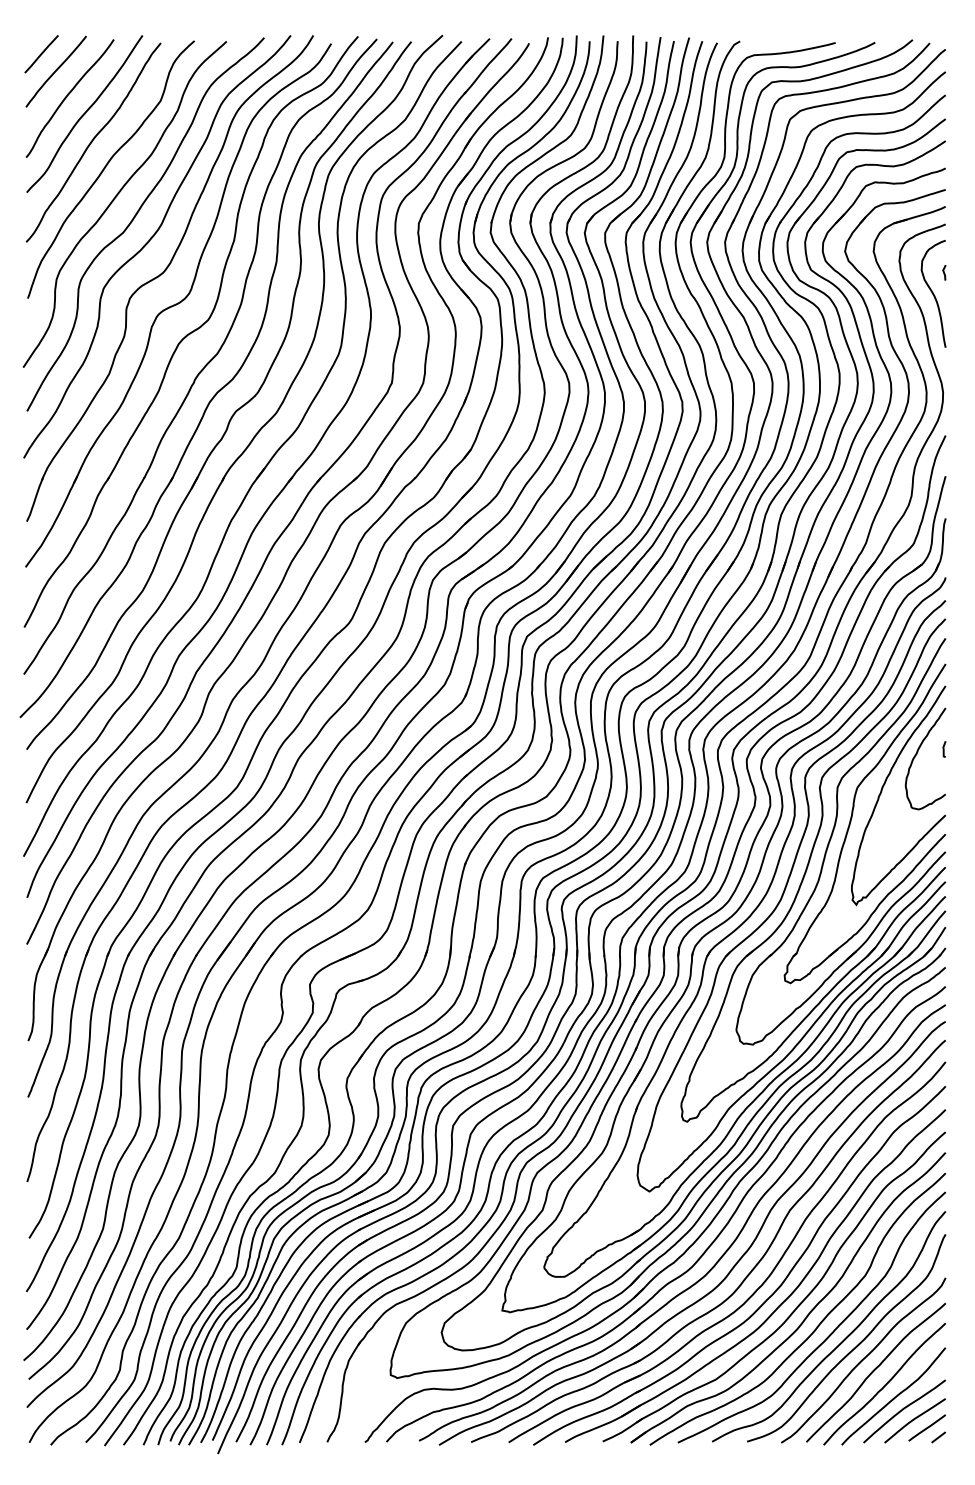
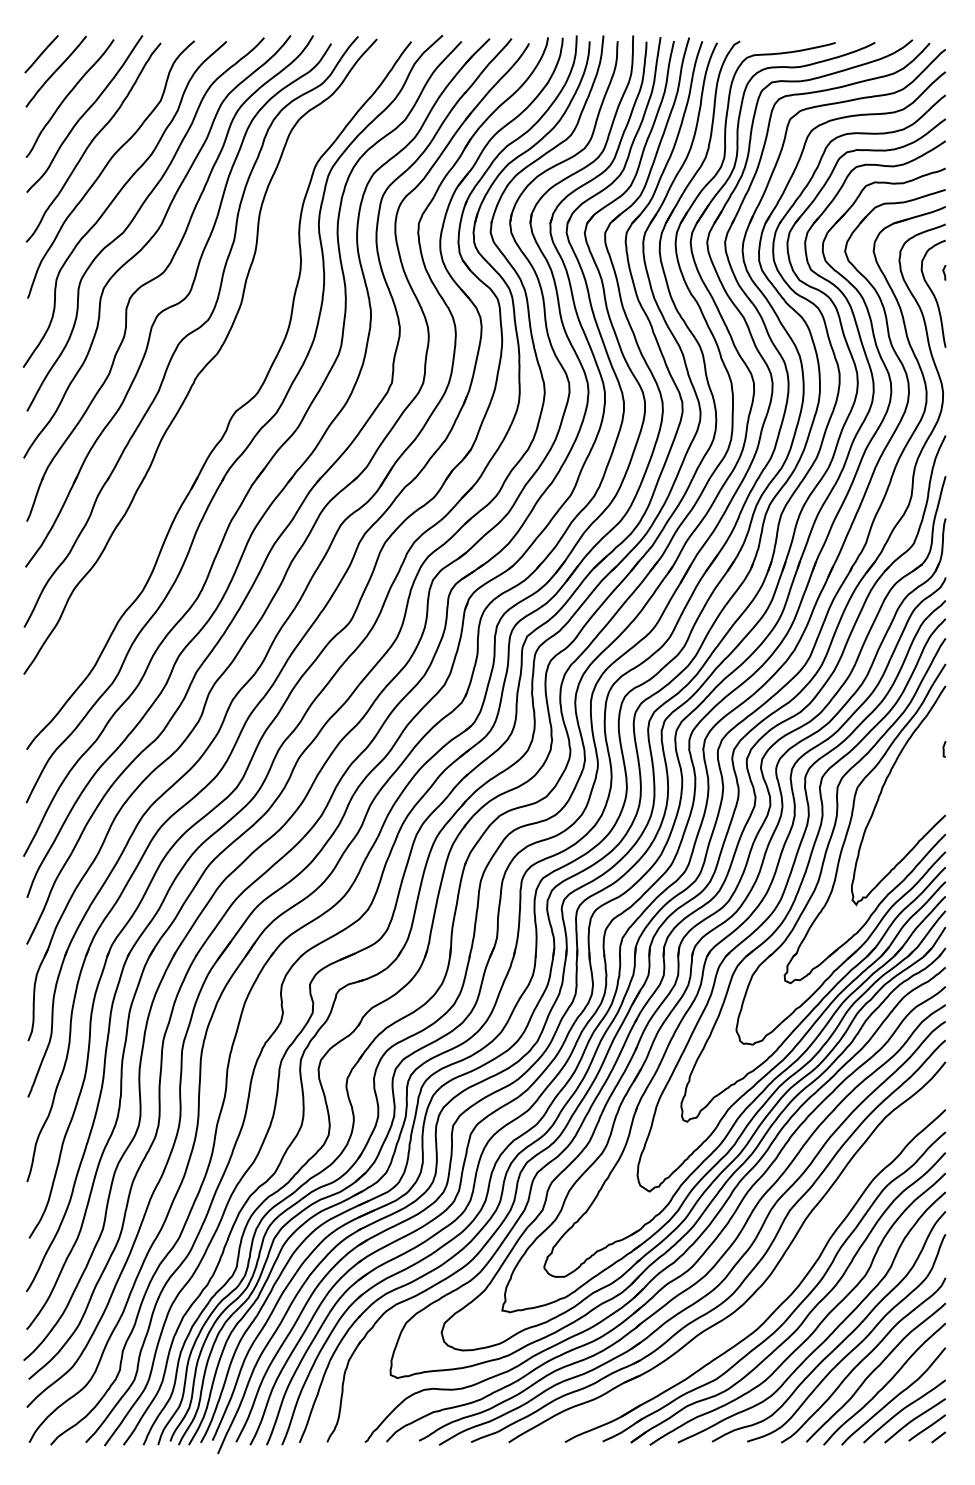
part at (218, 390): present -> none
curve at (917, 754): present -> none
part at (770, 1295): present -> none
